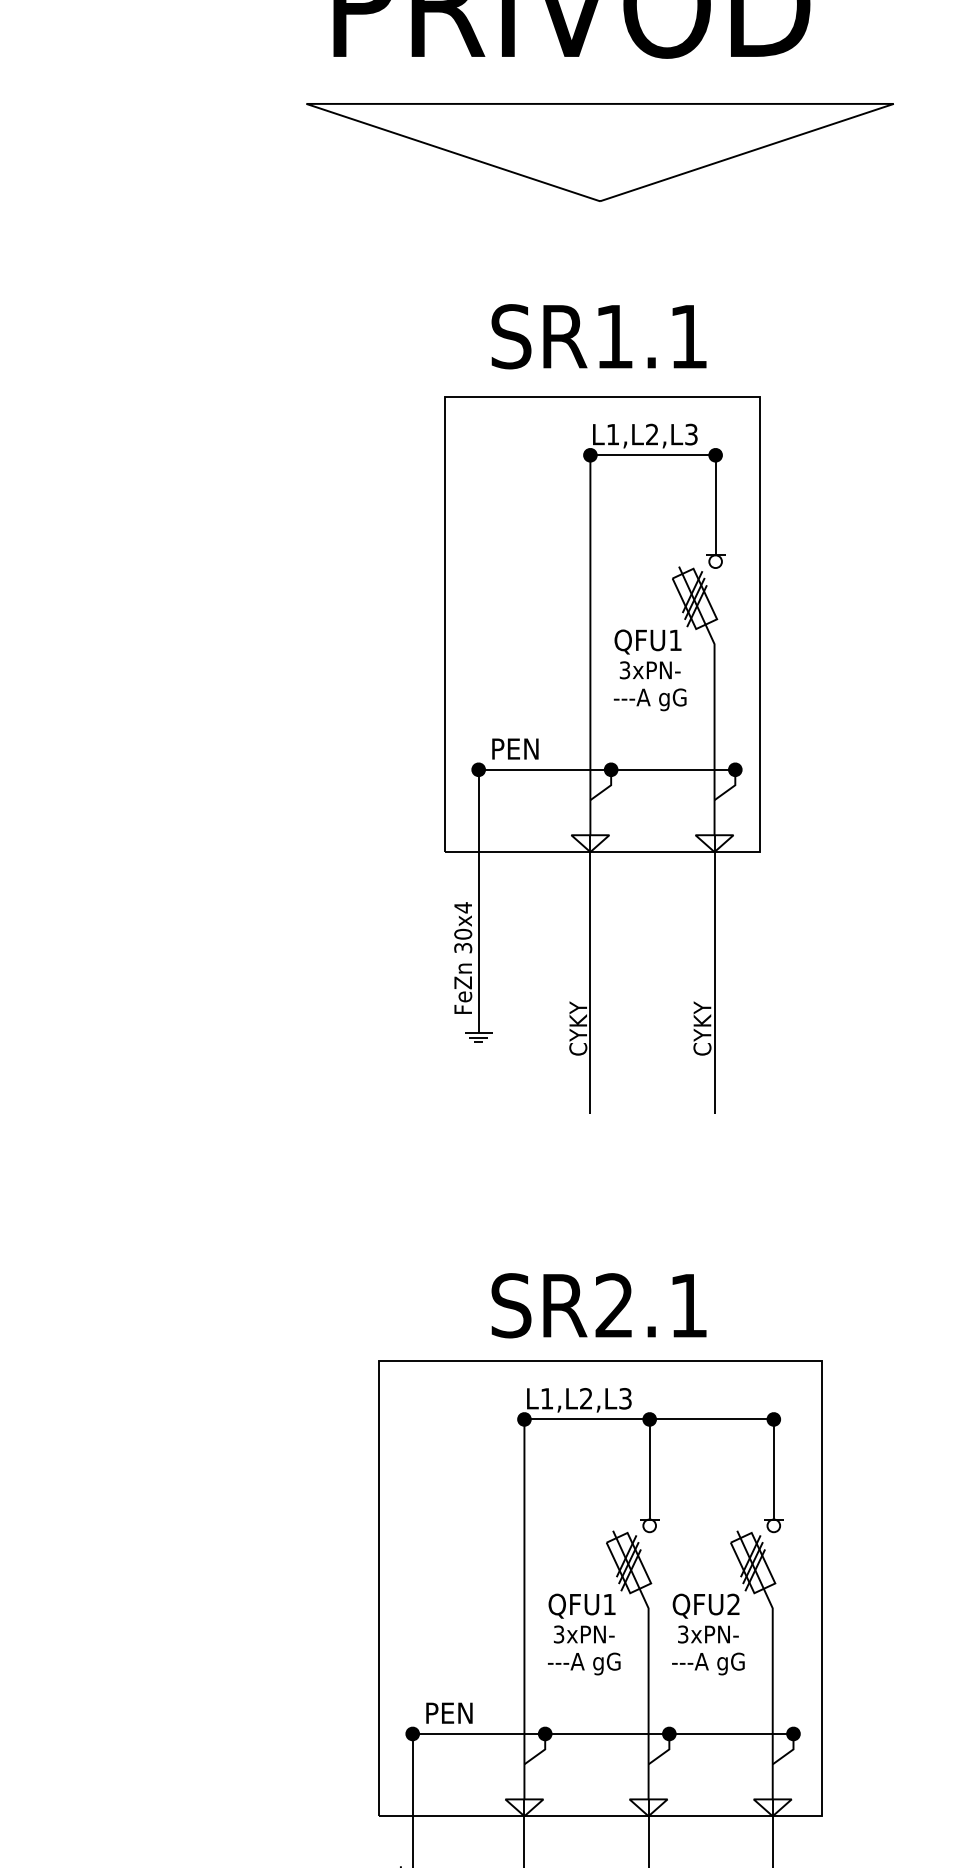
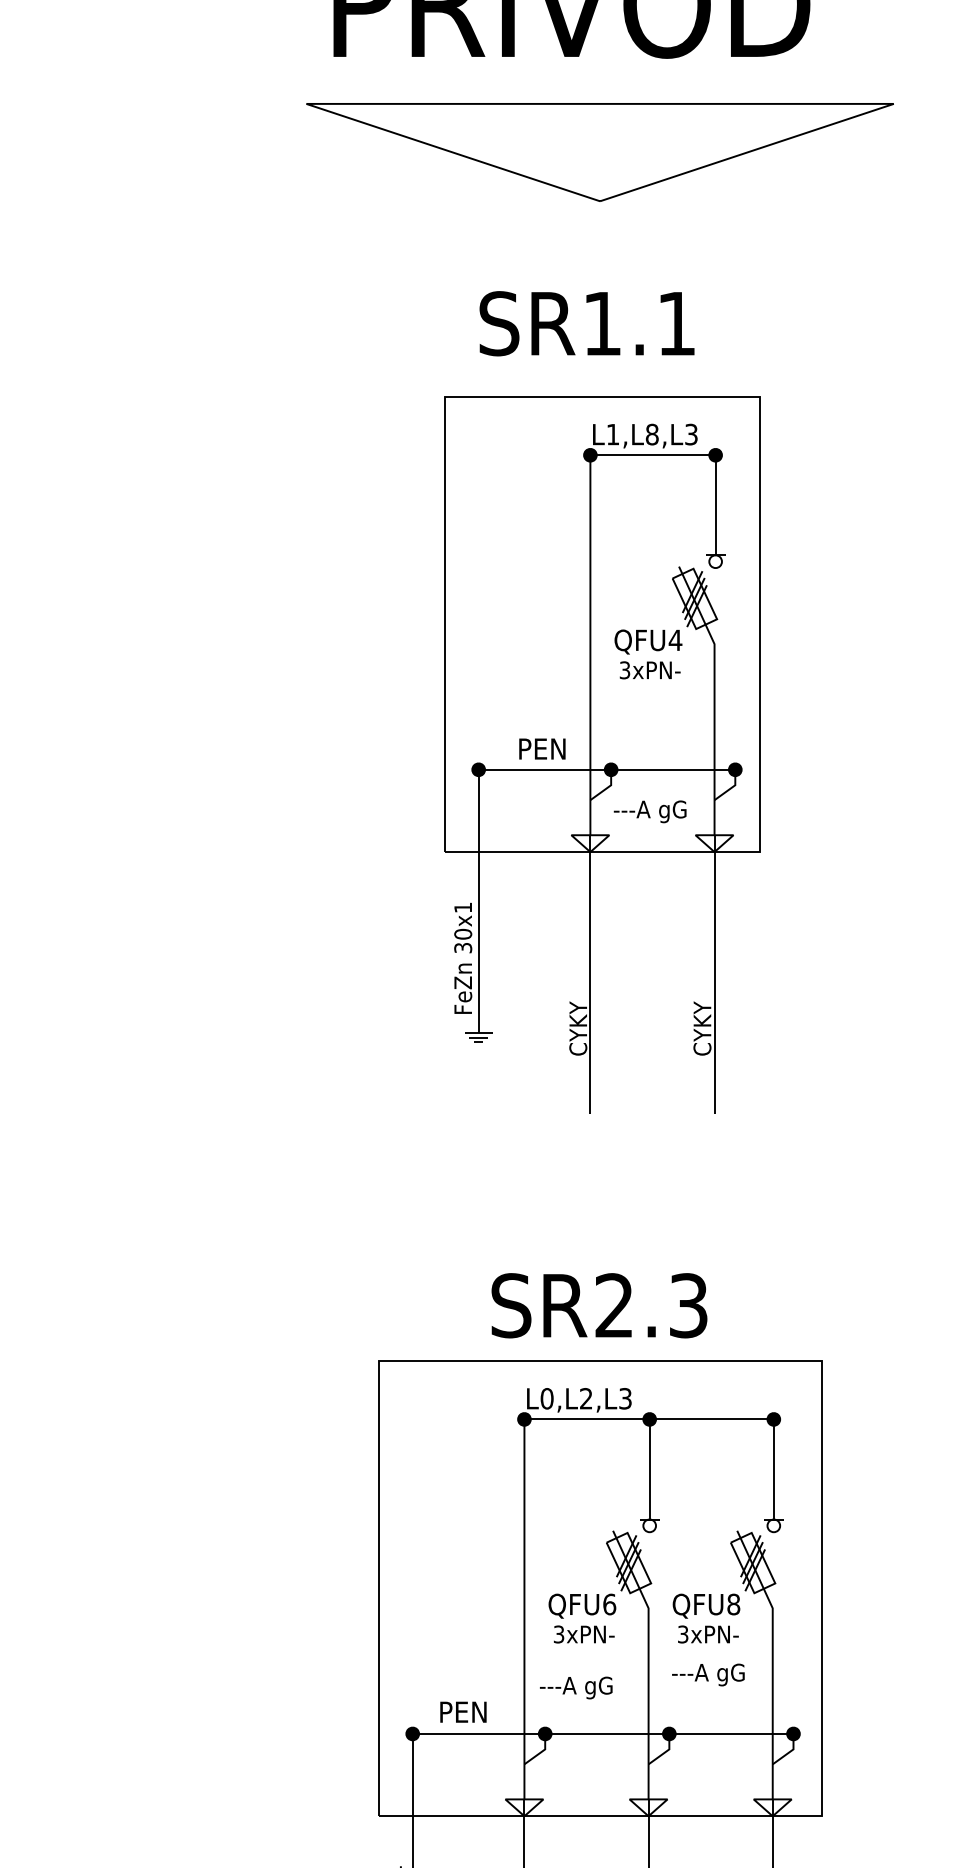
text at (598, 336) position: (598, 336) -> (586, 323)
text at (651, 434): L1,L2,L3 -> L1,L8,L3
text at (675, 639): QFU1 -> QFU4
text at (649, 699) position: (649, 699) -> (649, 811)
text at (515, 748) position: (515, 748) -> (542, 748)
text at (462, 907): 30x4 -> 30x1
text at (688, 1305): SR2.1 -> SR2.3
text at (546, 1398): L1,L2,L3 -> L0,L2,L3
text at (609, 1604): QFU1 -> QFU6
text at (733, 1604): QFU2 -> QFU8
text at (584, 1663) position: (584, 1663) -> (576, 1687)
text at (708, 1663) position: (708, 1663) -> (708, 1674)
text at (449, 1712) position: (449, 1712) -> (463, 1711)
